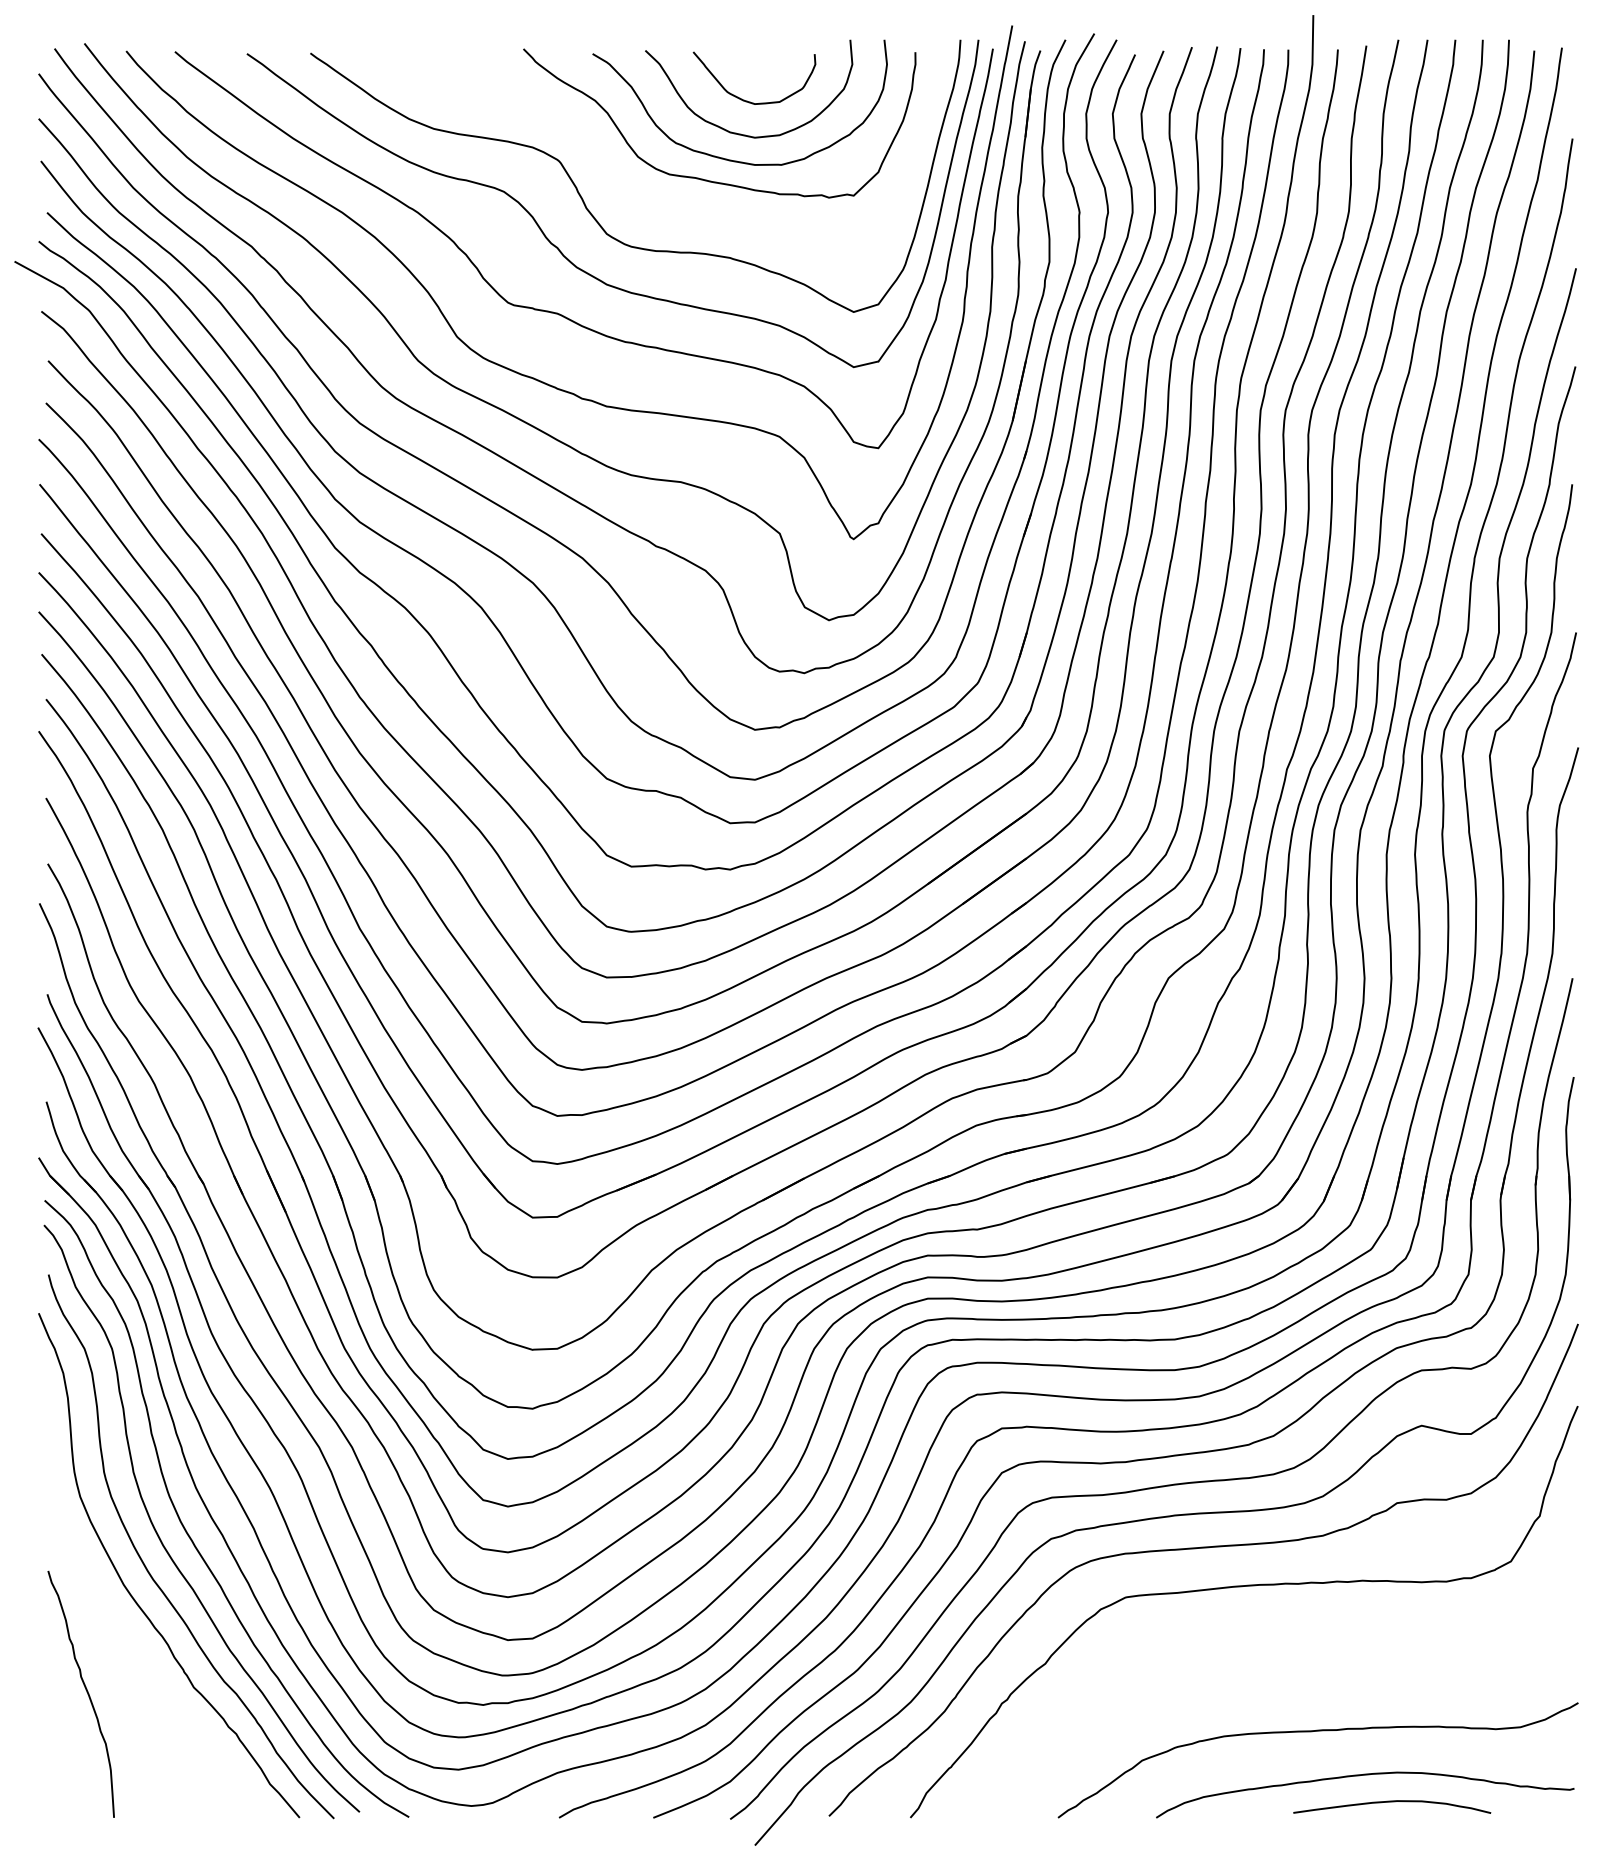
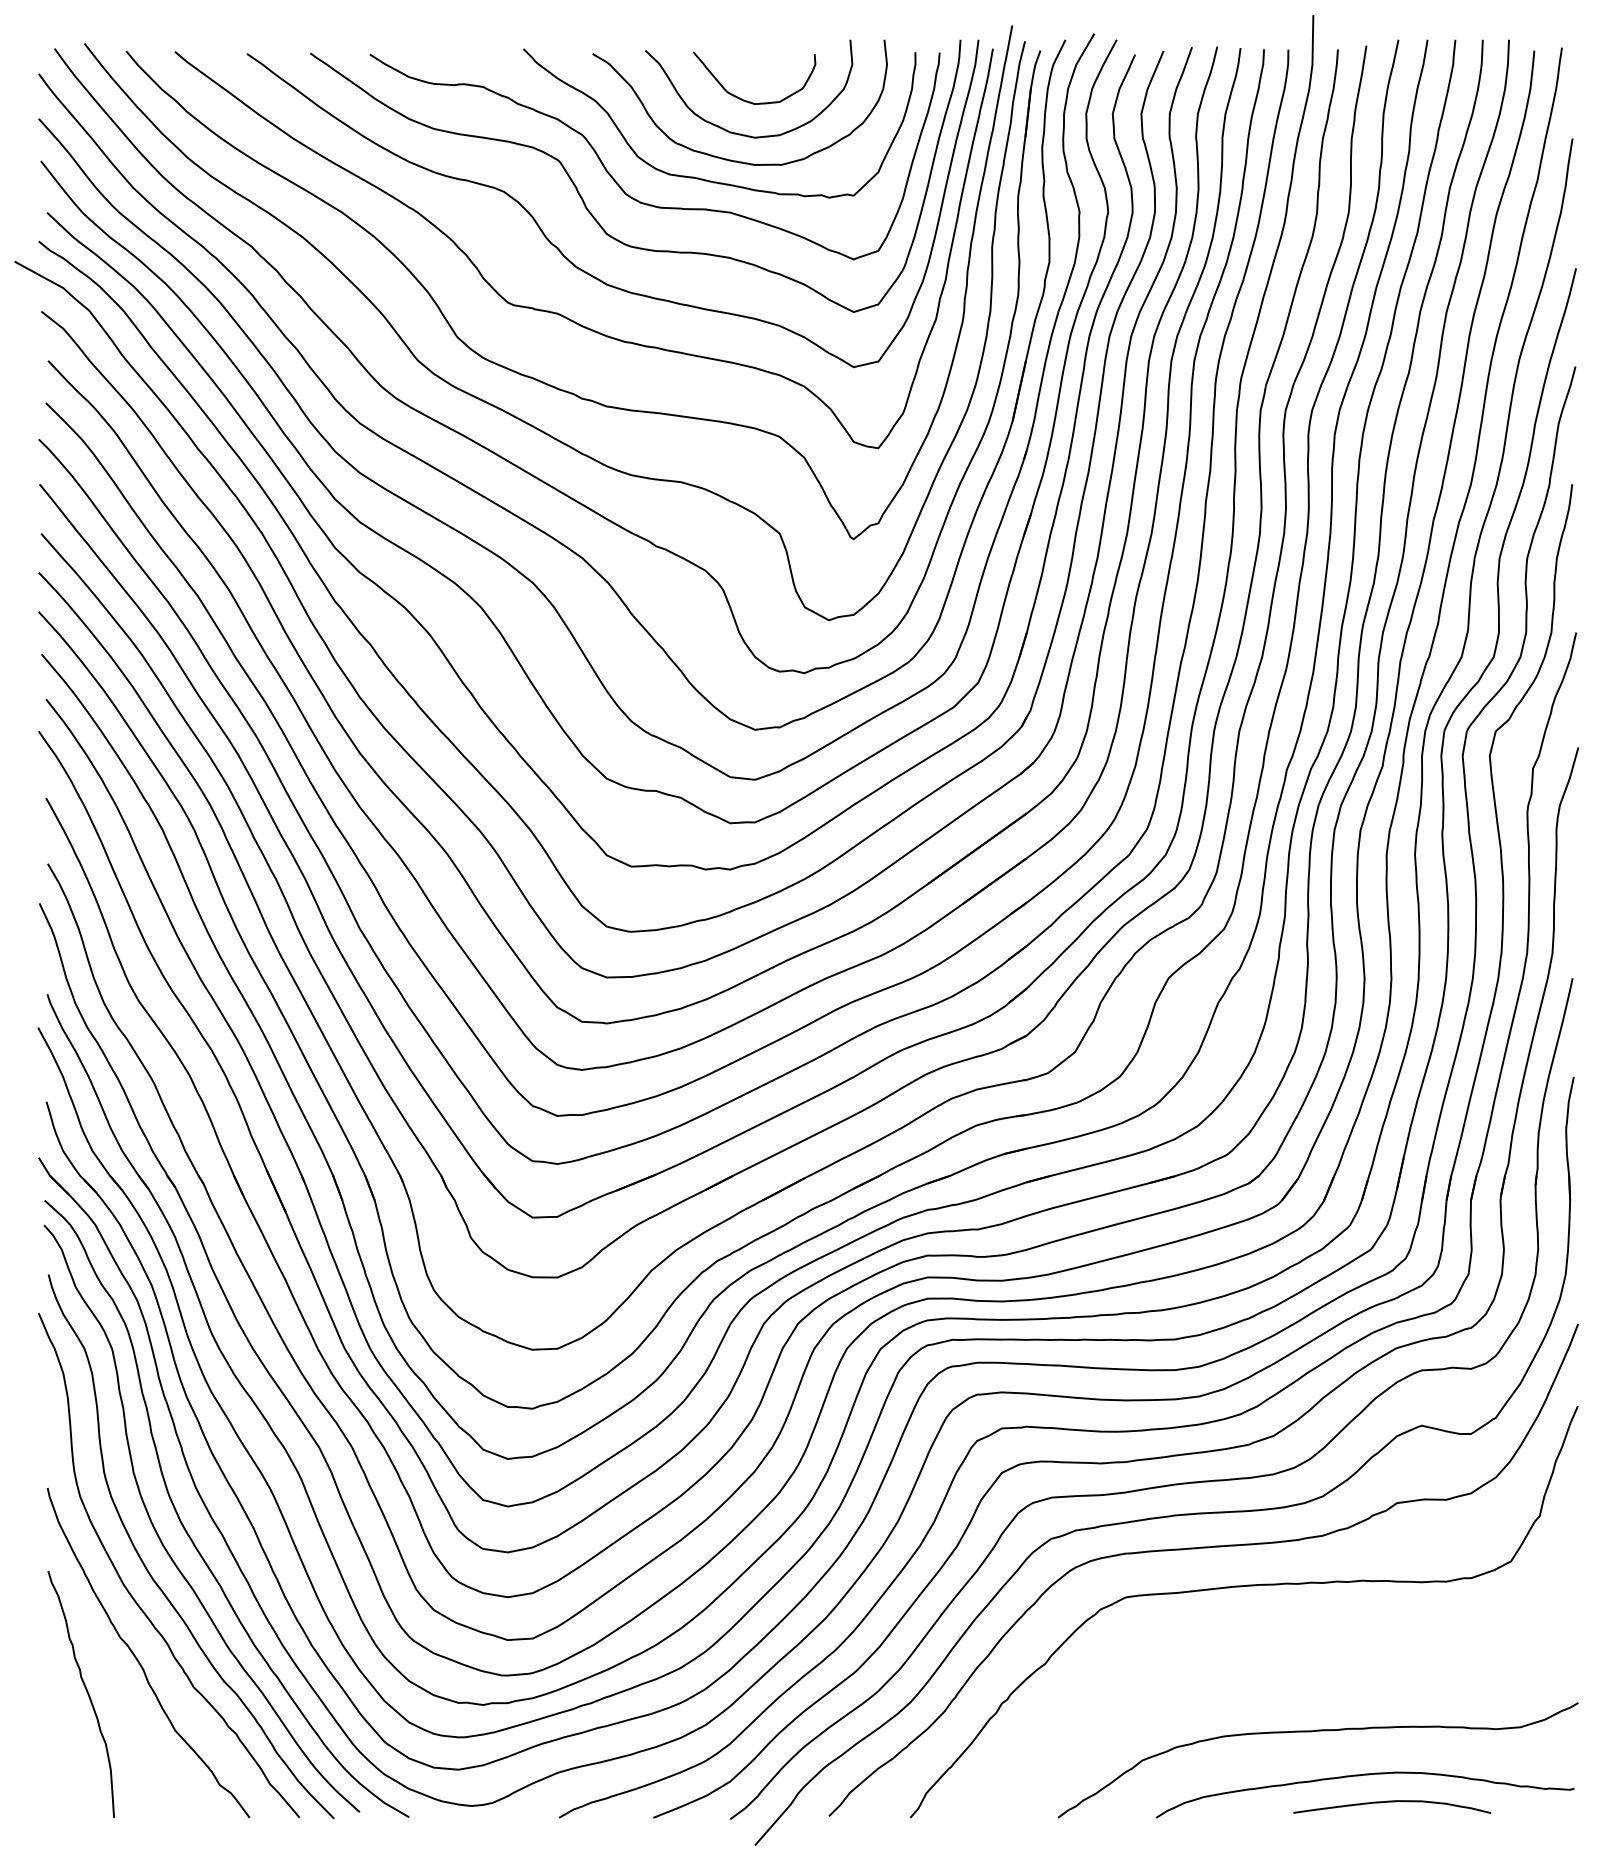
curve at (619, 184): none -> present
curve at (138, 1659): none -> present
